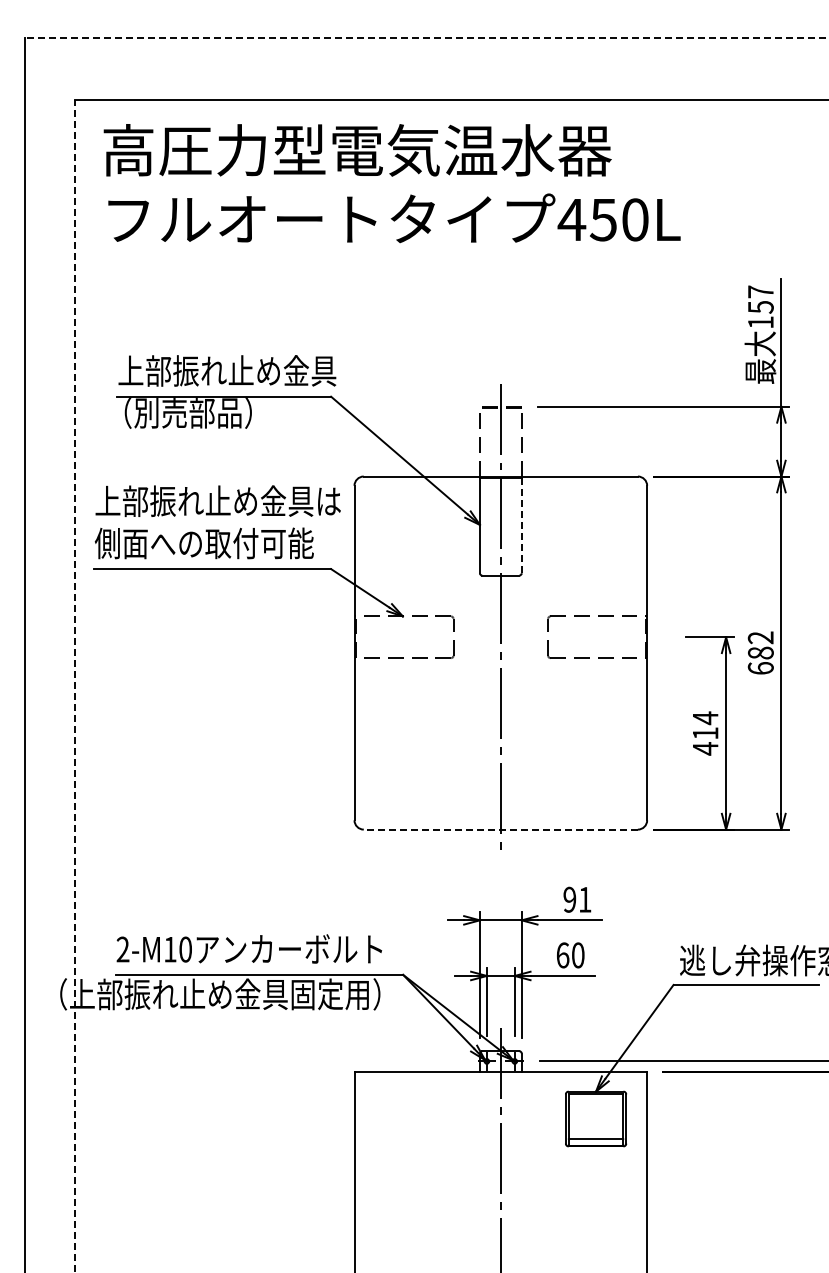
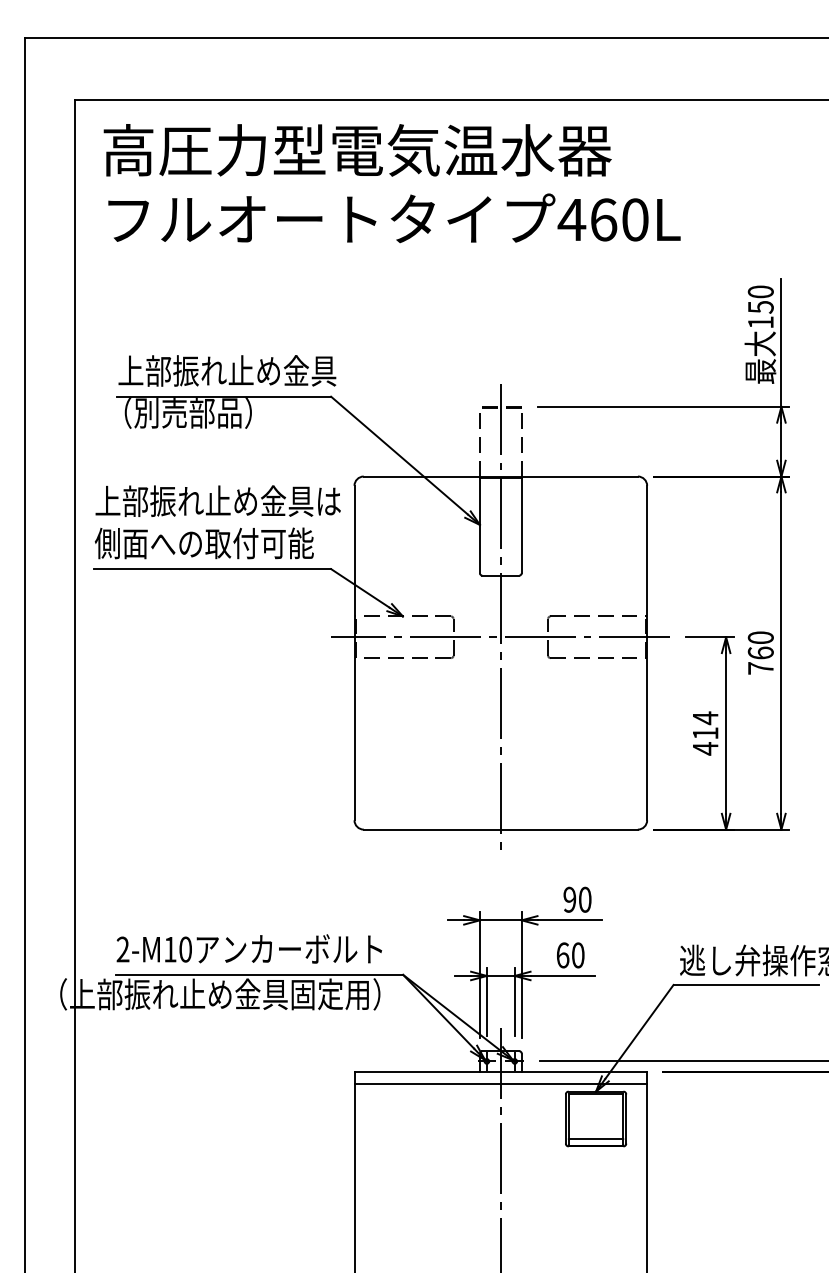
line at (426, 38): dashed -> solid
text at (603, 219): 450L -> 460L
text at (760, 291): 157 -> 150
line at (521, 524): dashed -> solid
line at (500, 637): none -> present
text at (760, 652): 682 -> 760
line at (75, 685): dashed -> solid
line at (500, 829): dashed -> solid
text at (585, 899): 91 -> 90
line at (500, 1084): none -> present
